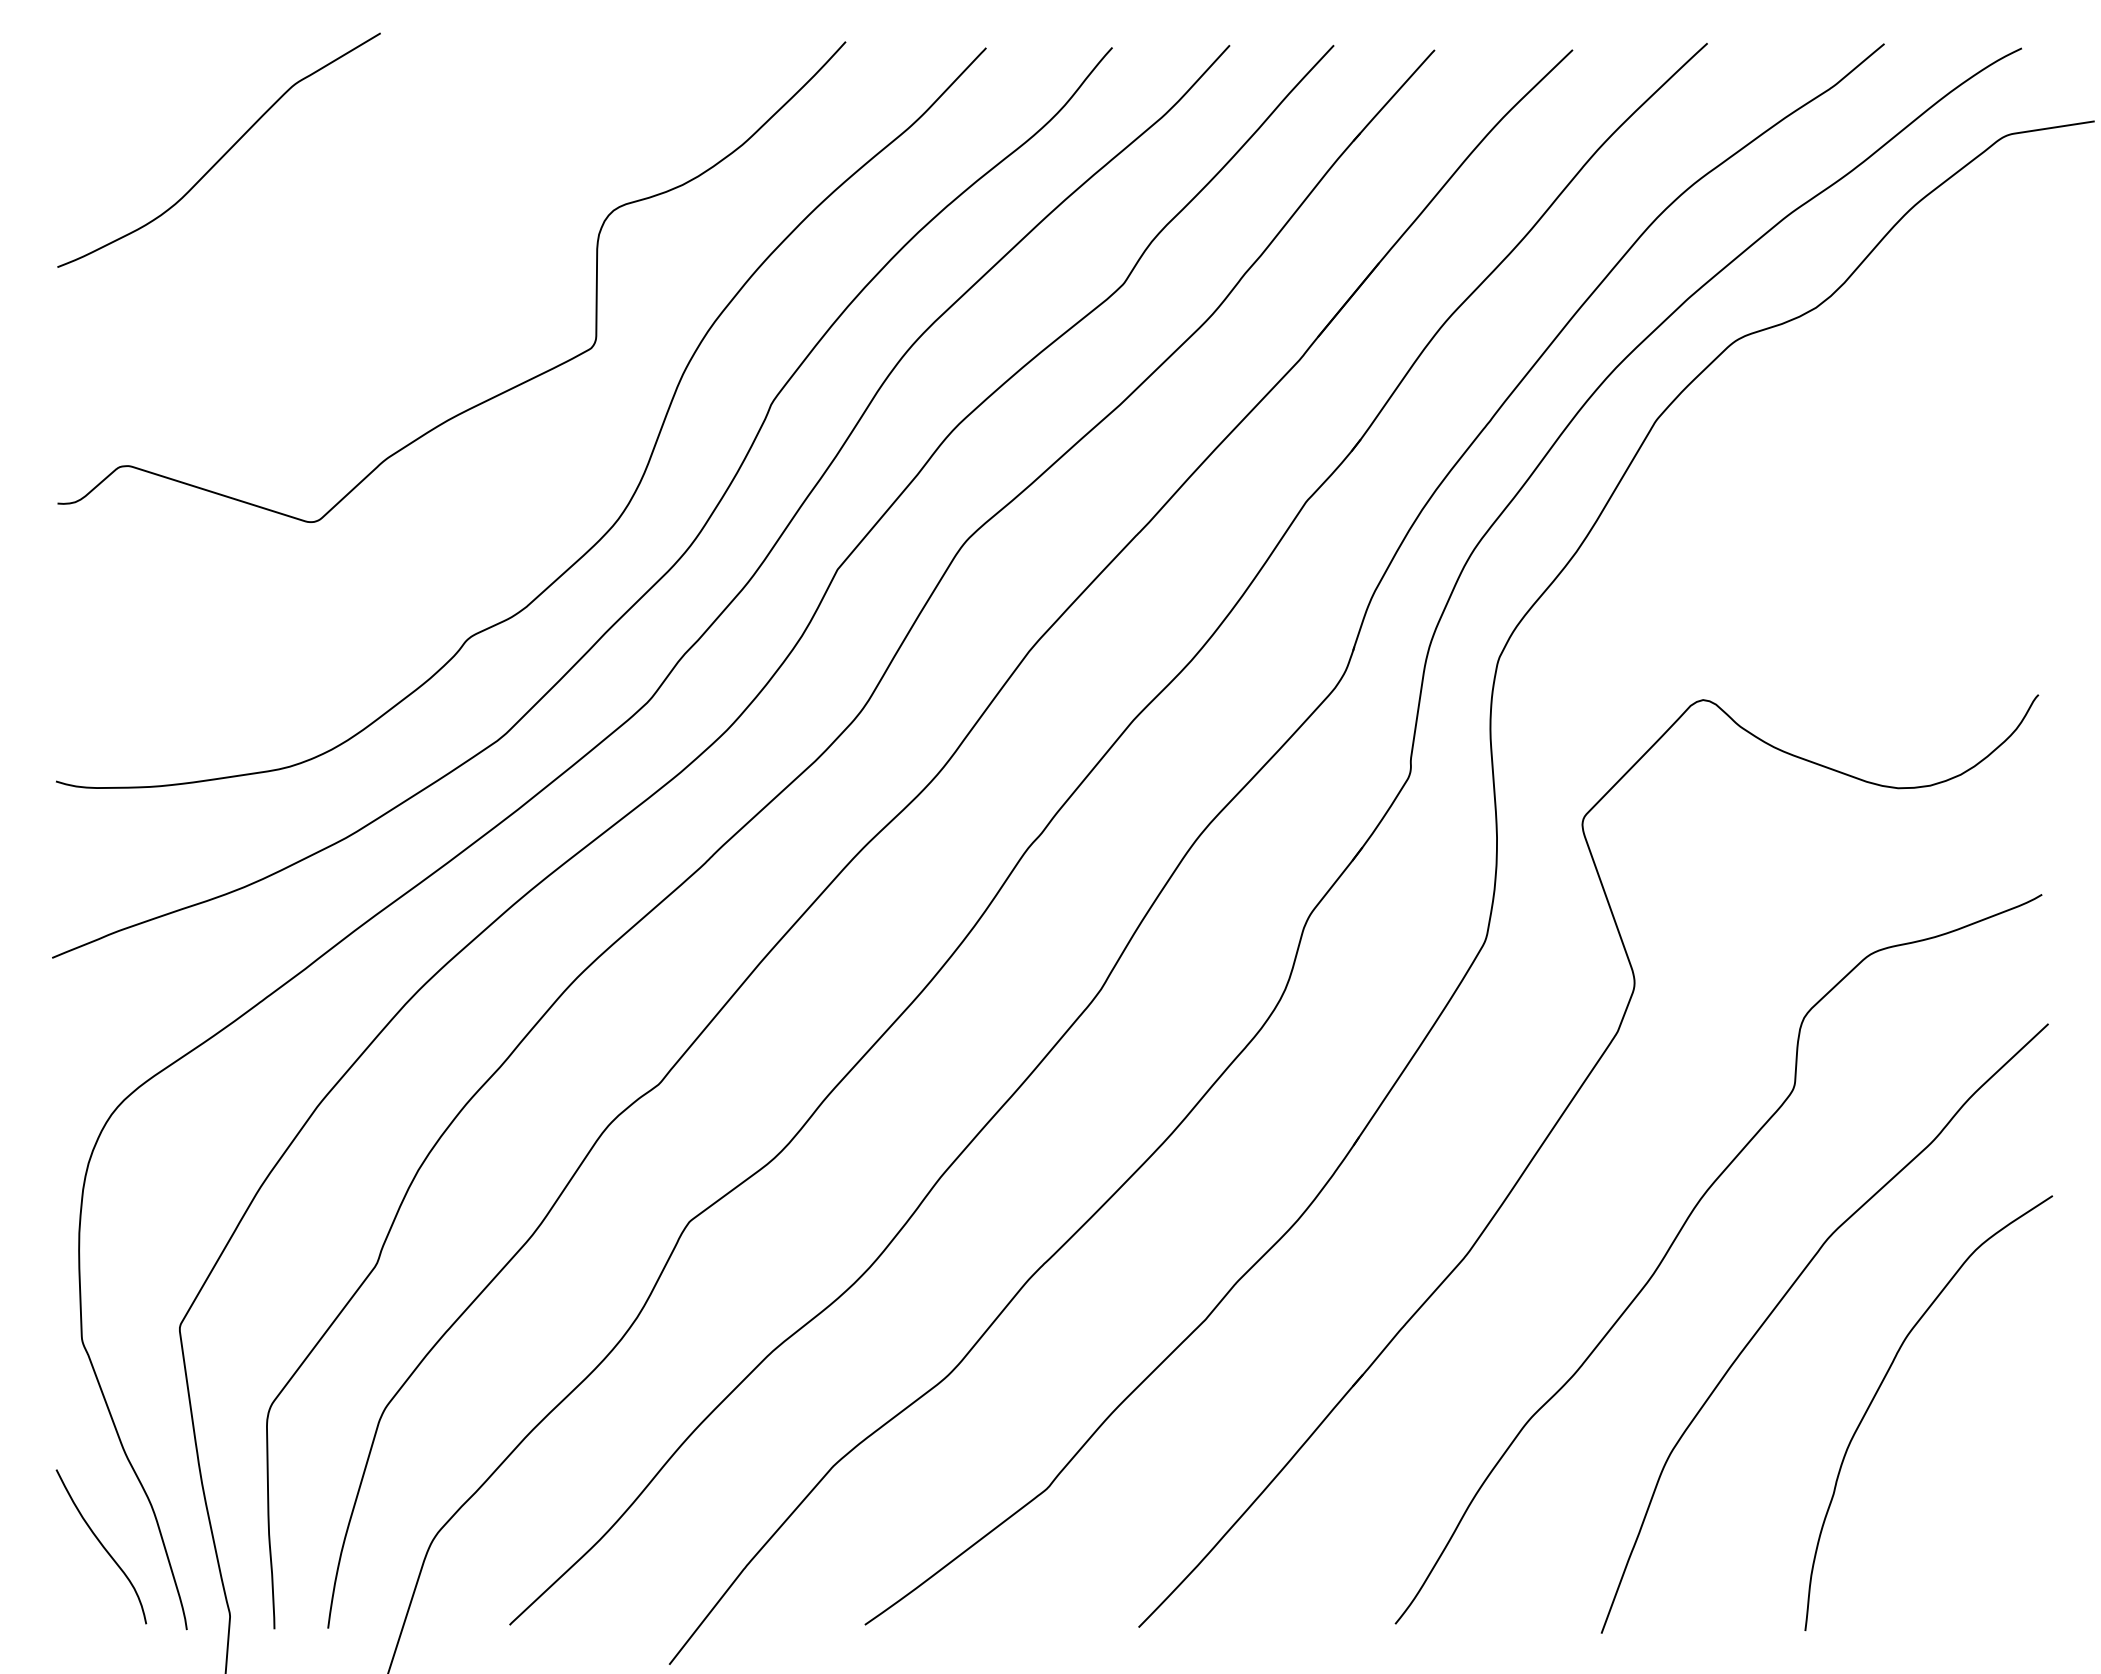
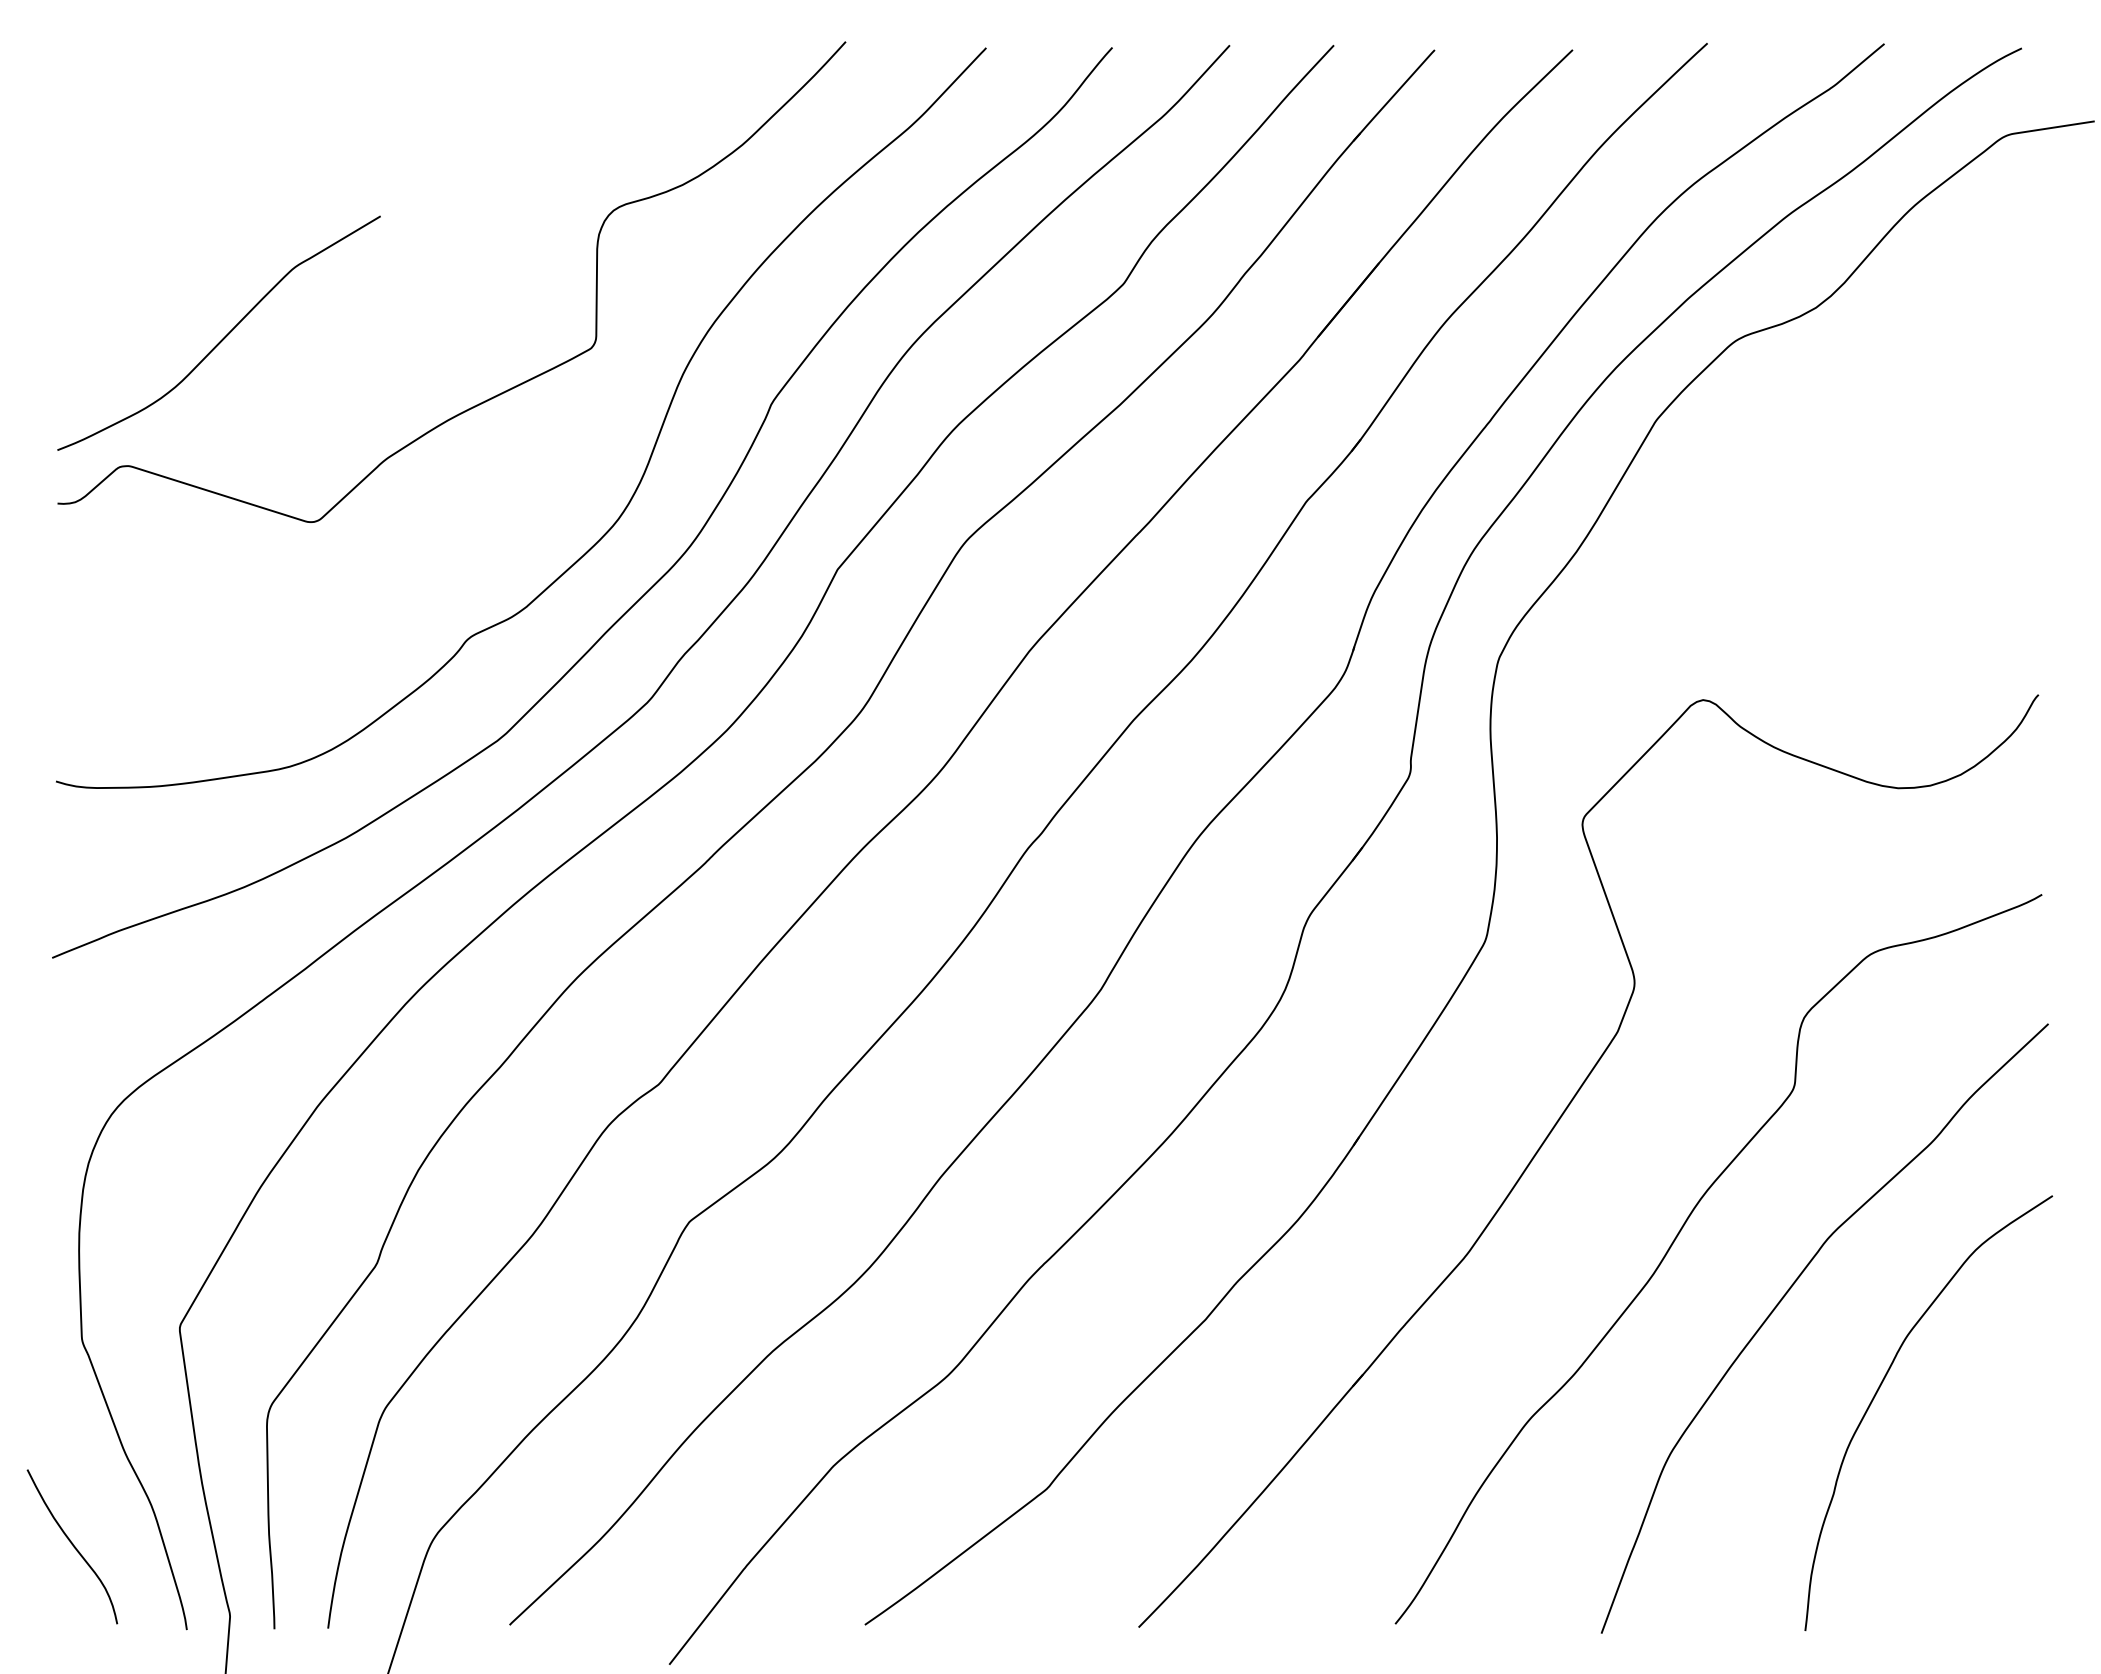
curve at (223, 154) position: (223, 154) -> (223, 337)
curve at (101, 1545) position: (101, 1545) -> (72, 1545)
